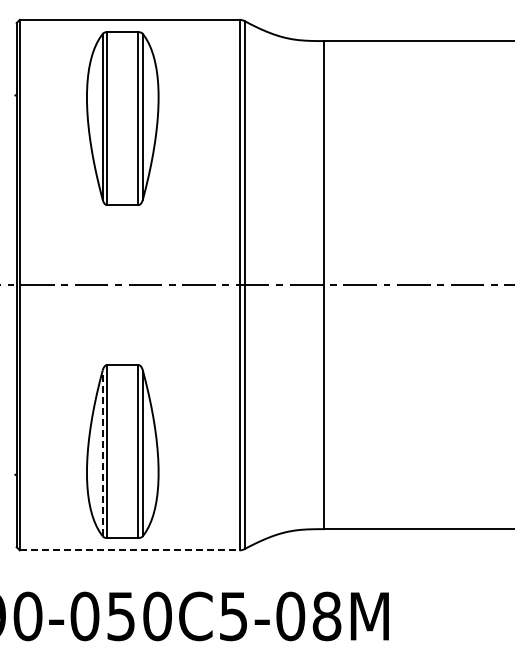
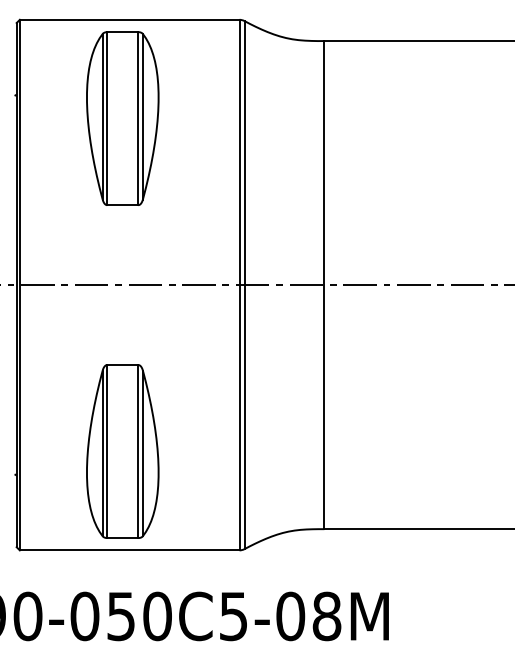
line at (102, 453): dashed -> solid
line at (129, 550): dashed -> solid
